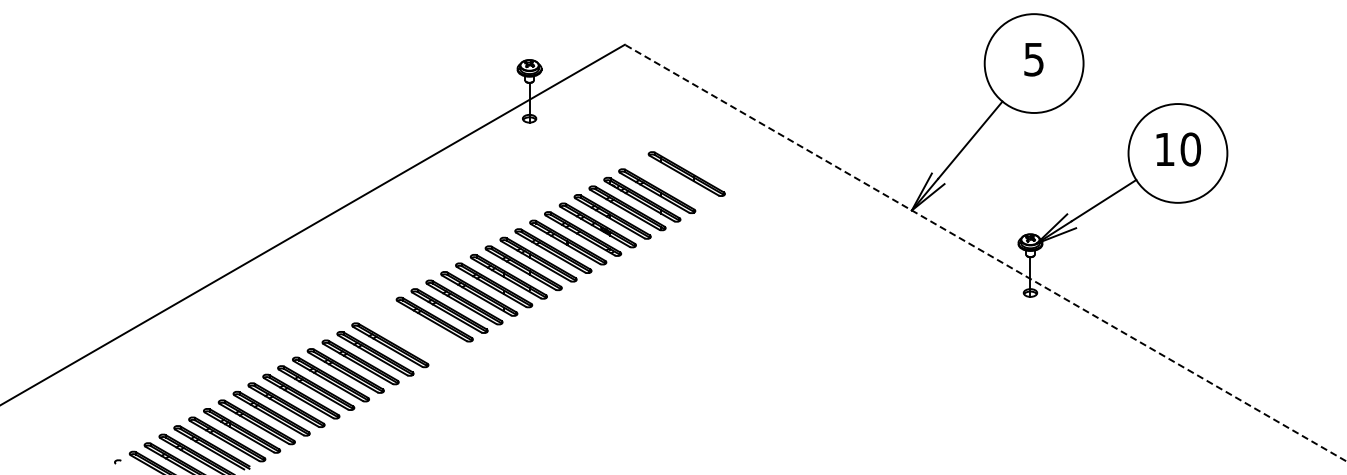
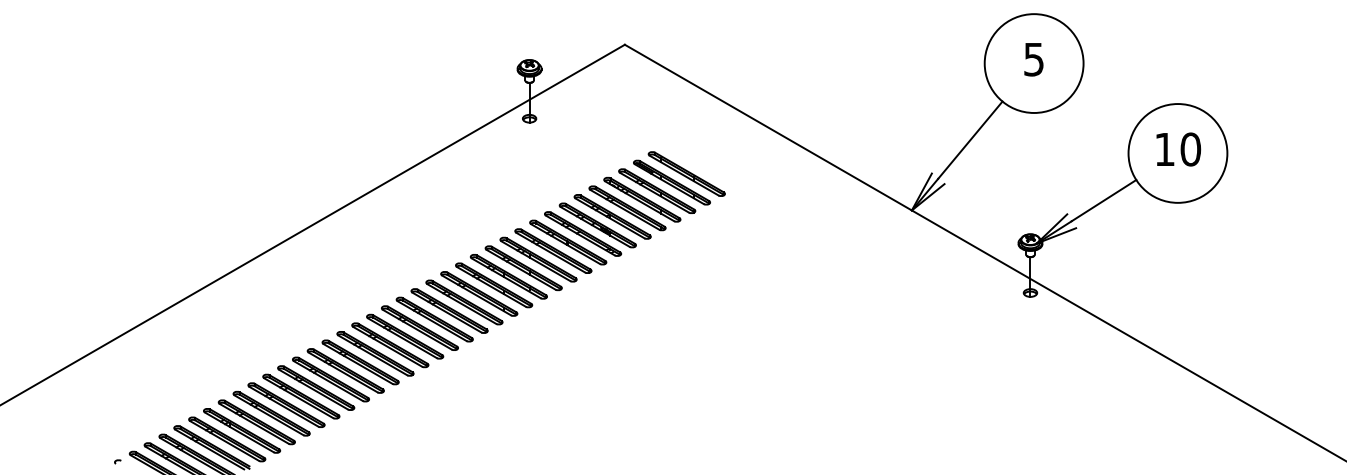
part at (671, 182): none -> present
line at (985, 252): dashed -> solid
part at (412, 332): none -> present
